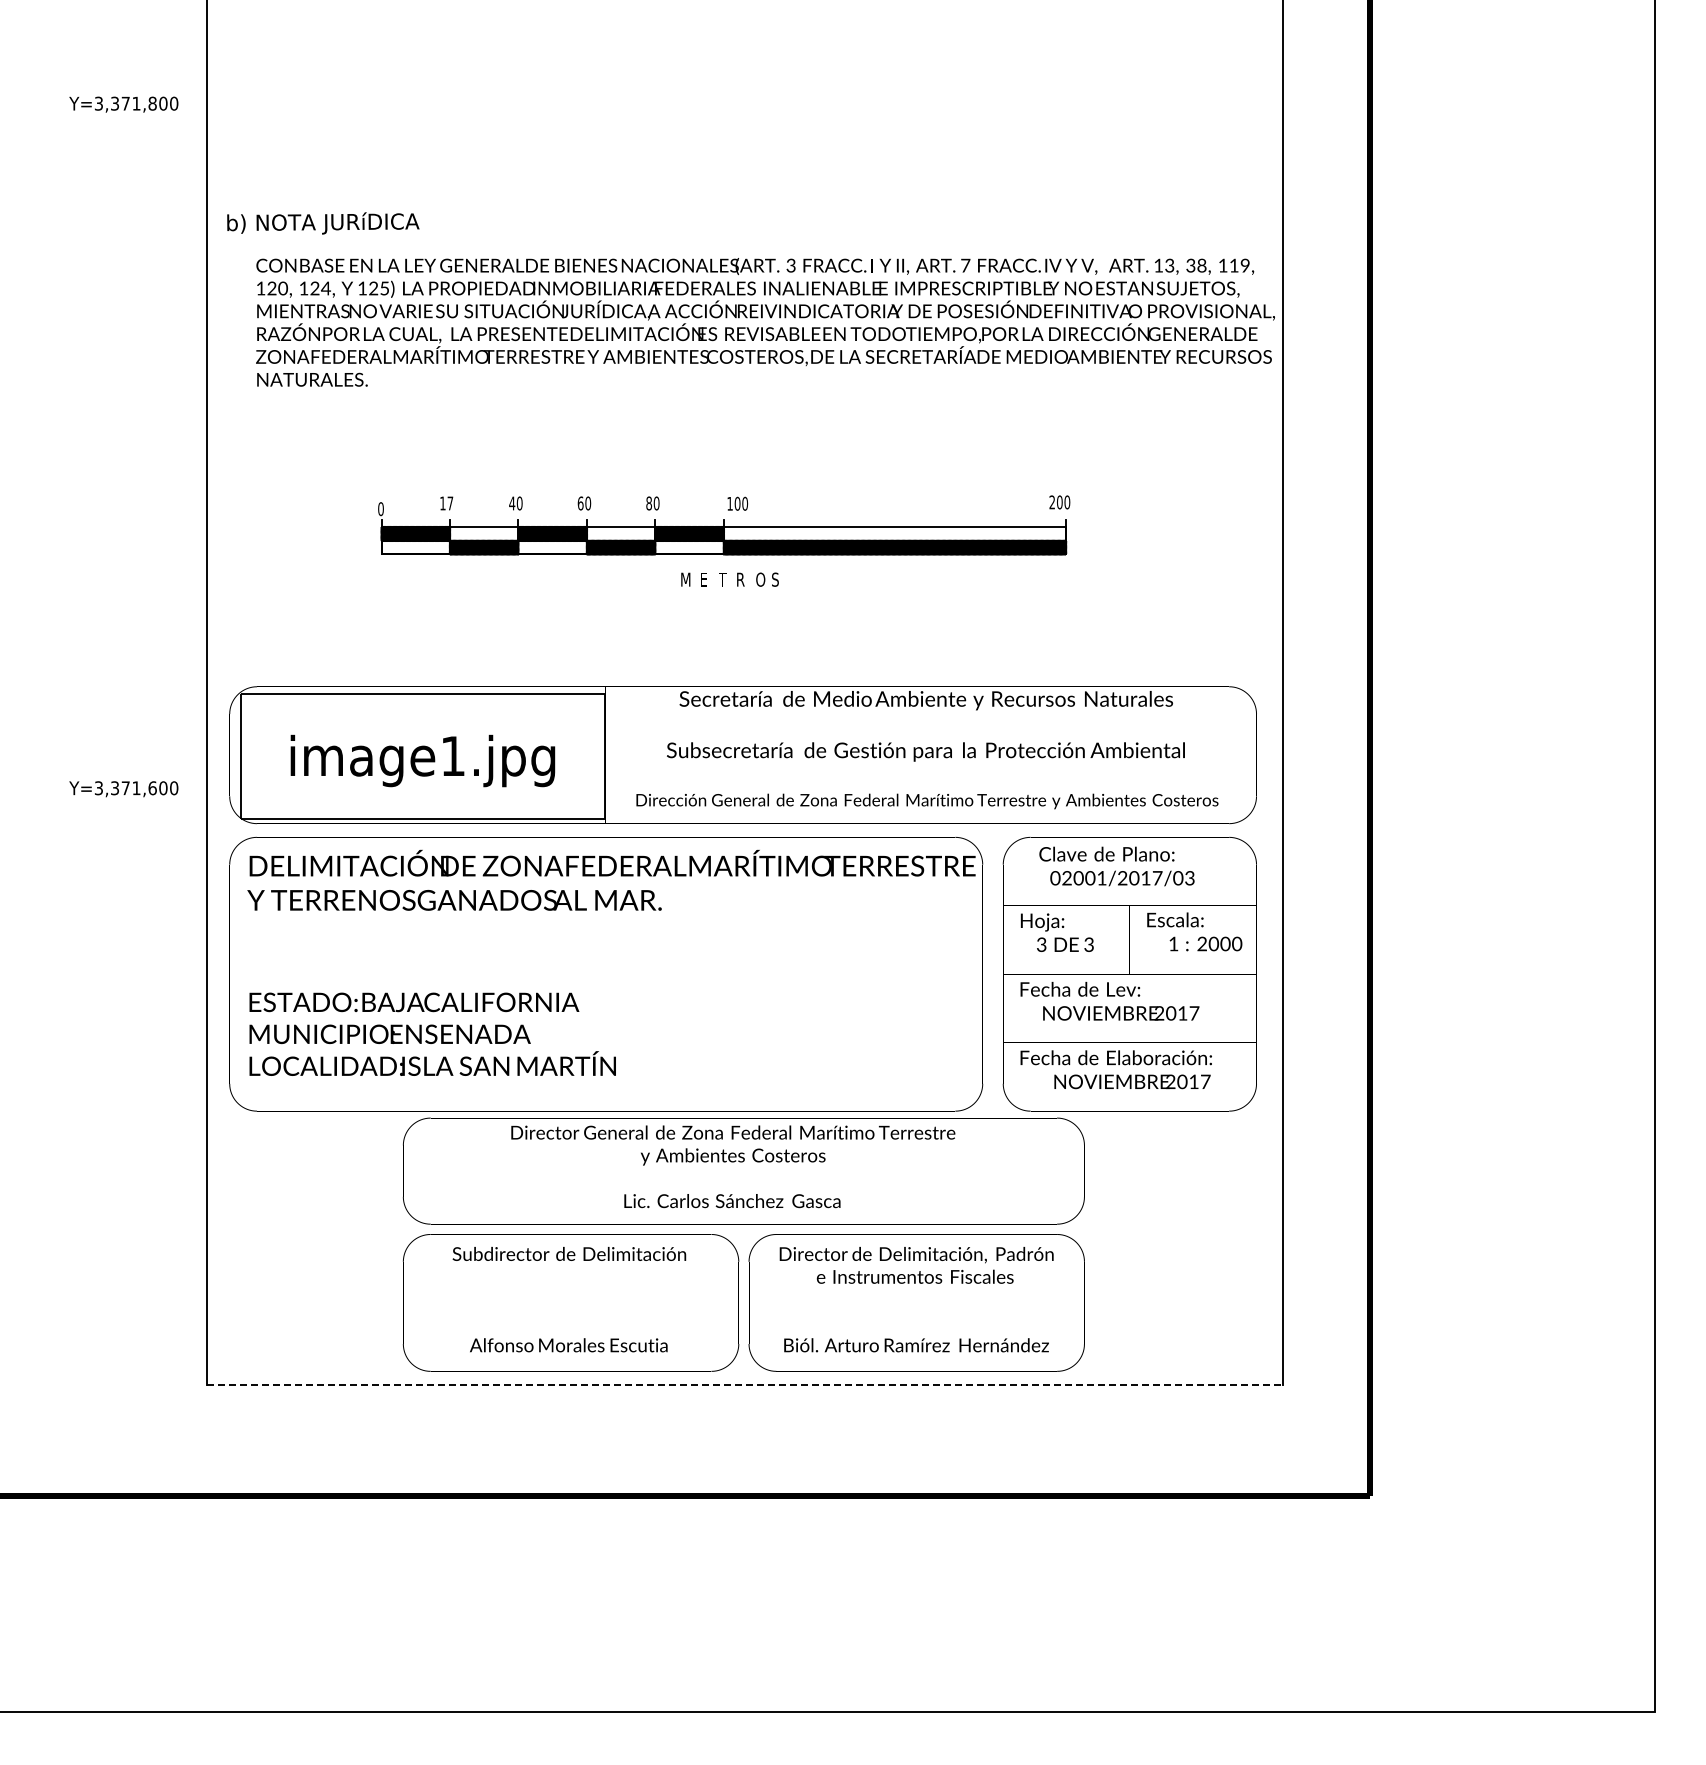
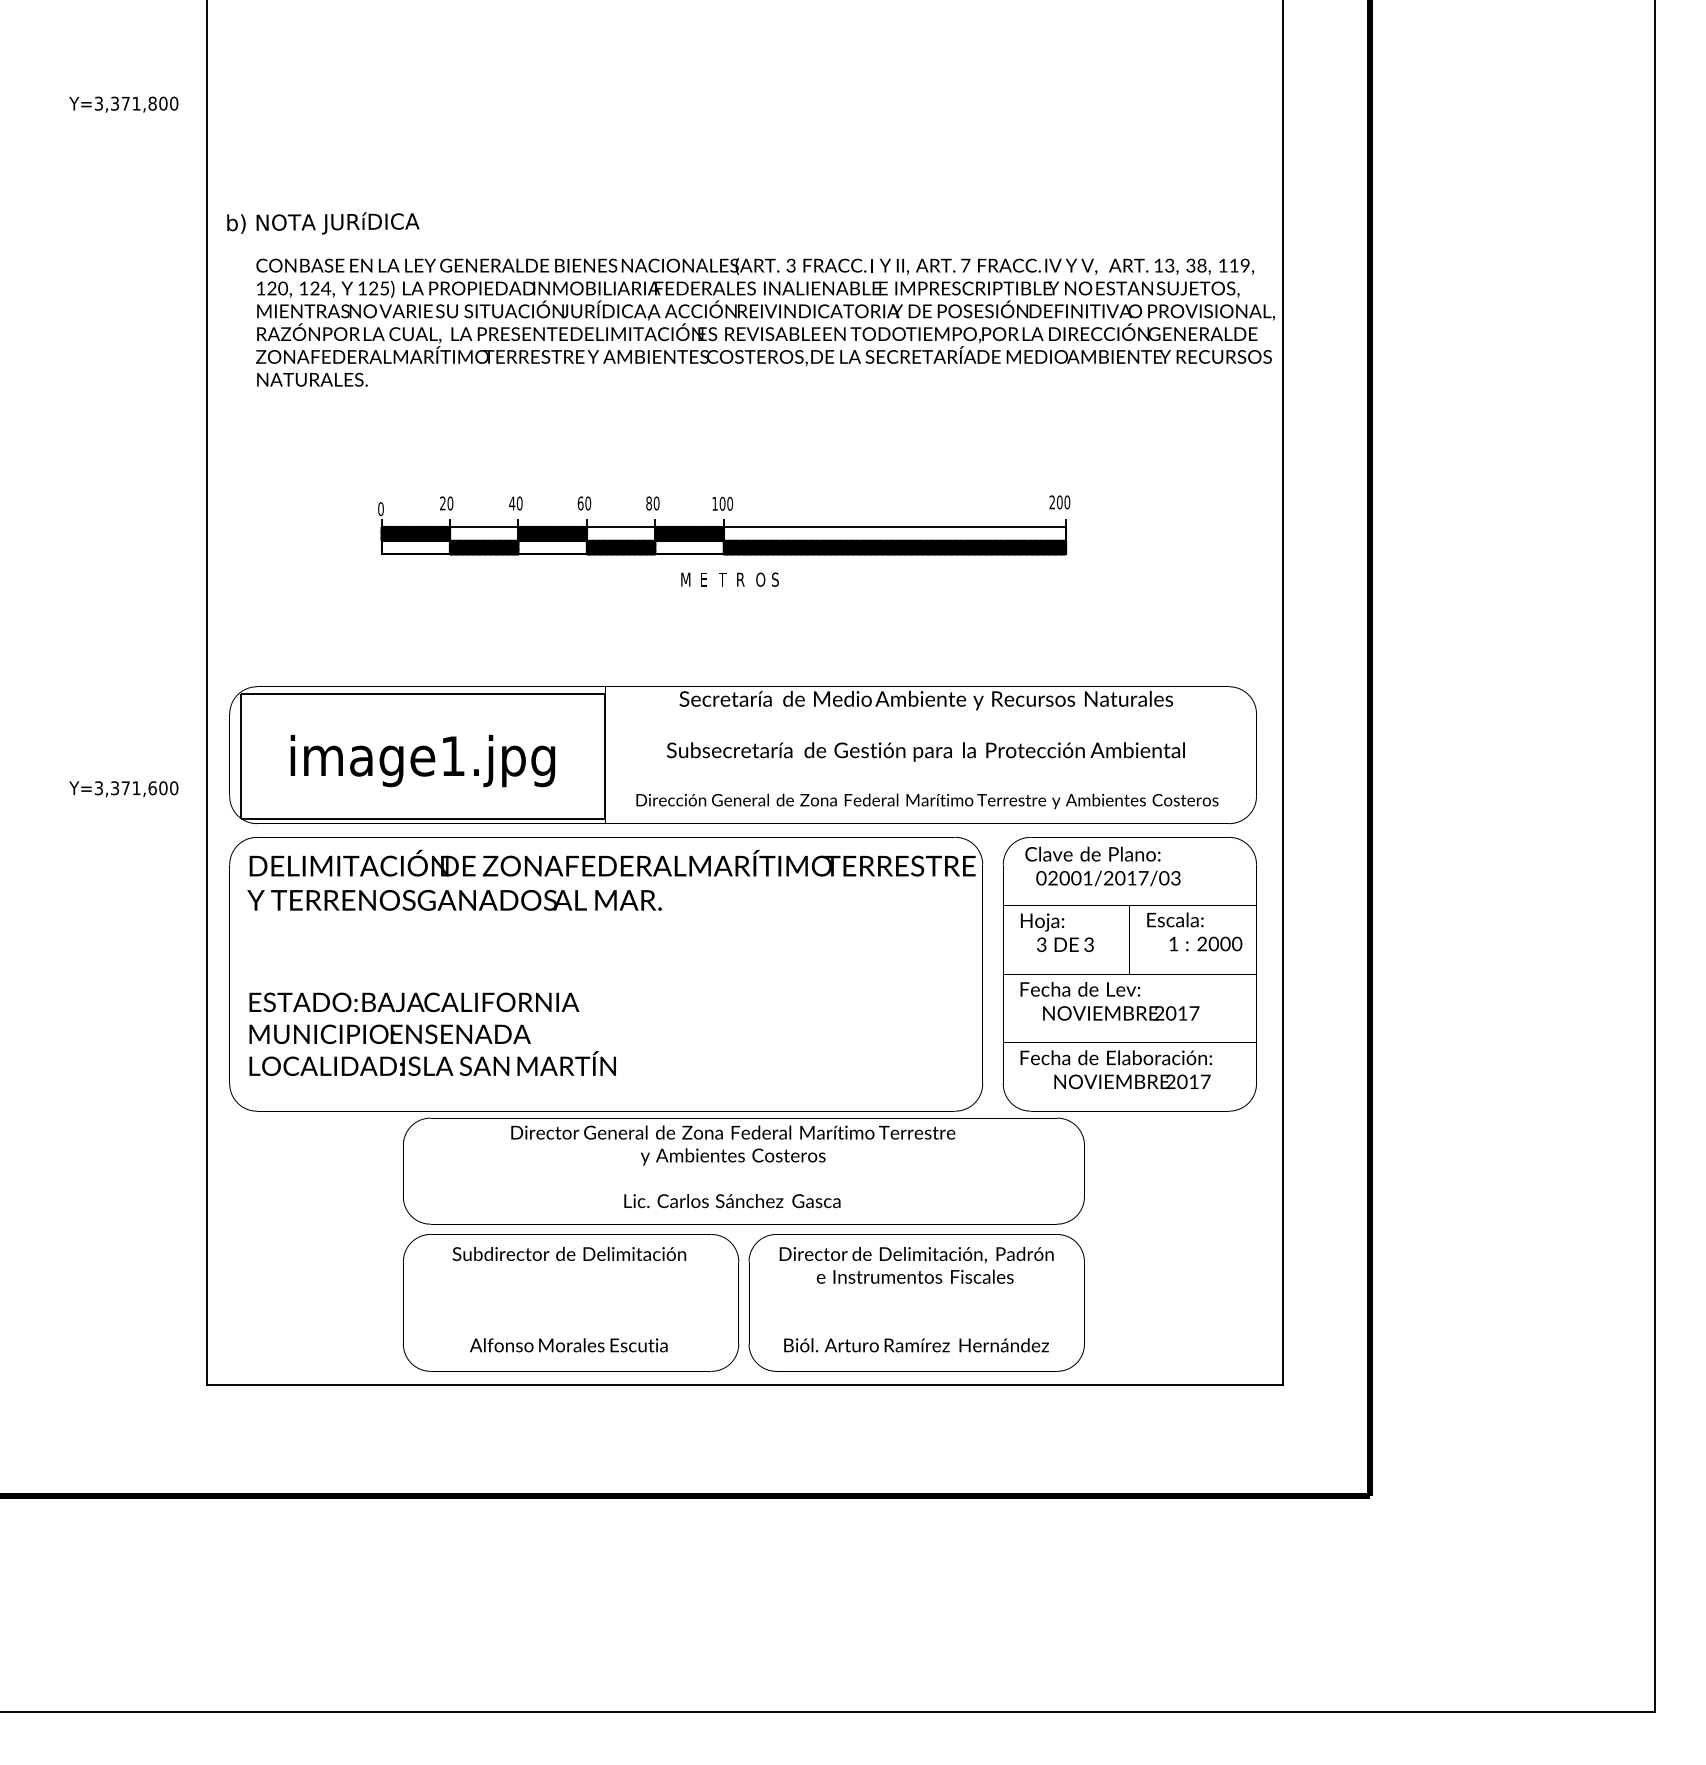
text at (446, 503): 17 -> 20
text at (737, 503) position: (737, 503) -> (722, 503)
text at (1116, 866) position: (1116, 866) -> (1102, 866)
line at (744, 1384): dashed -> solid
